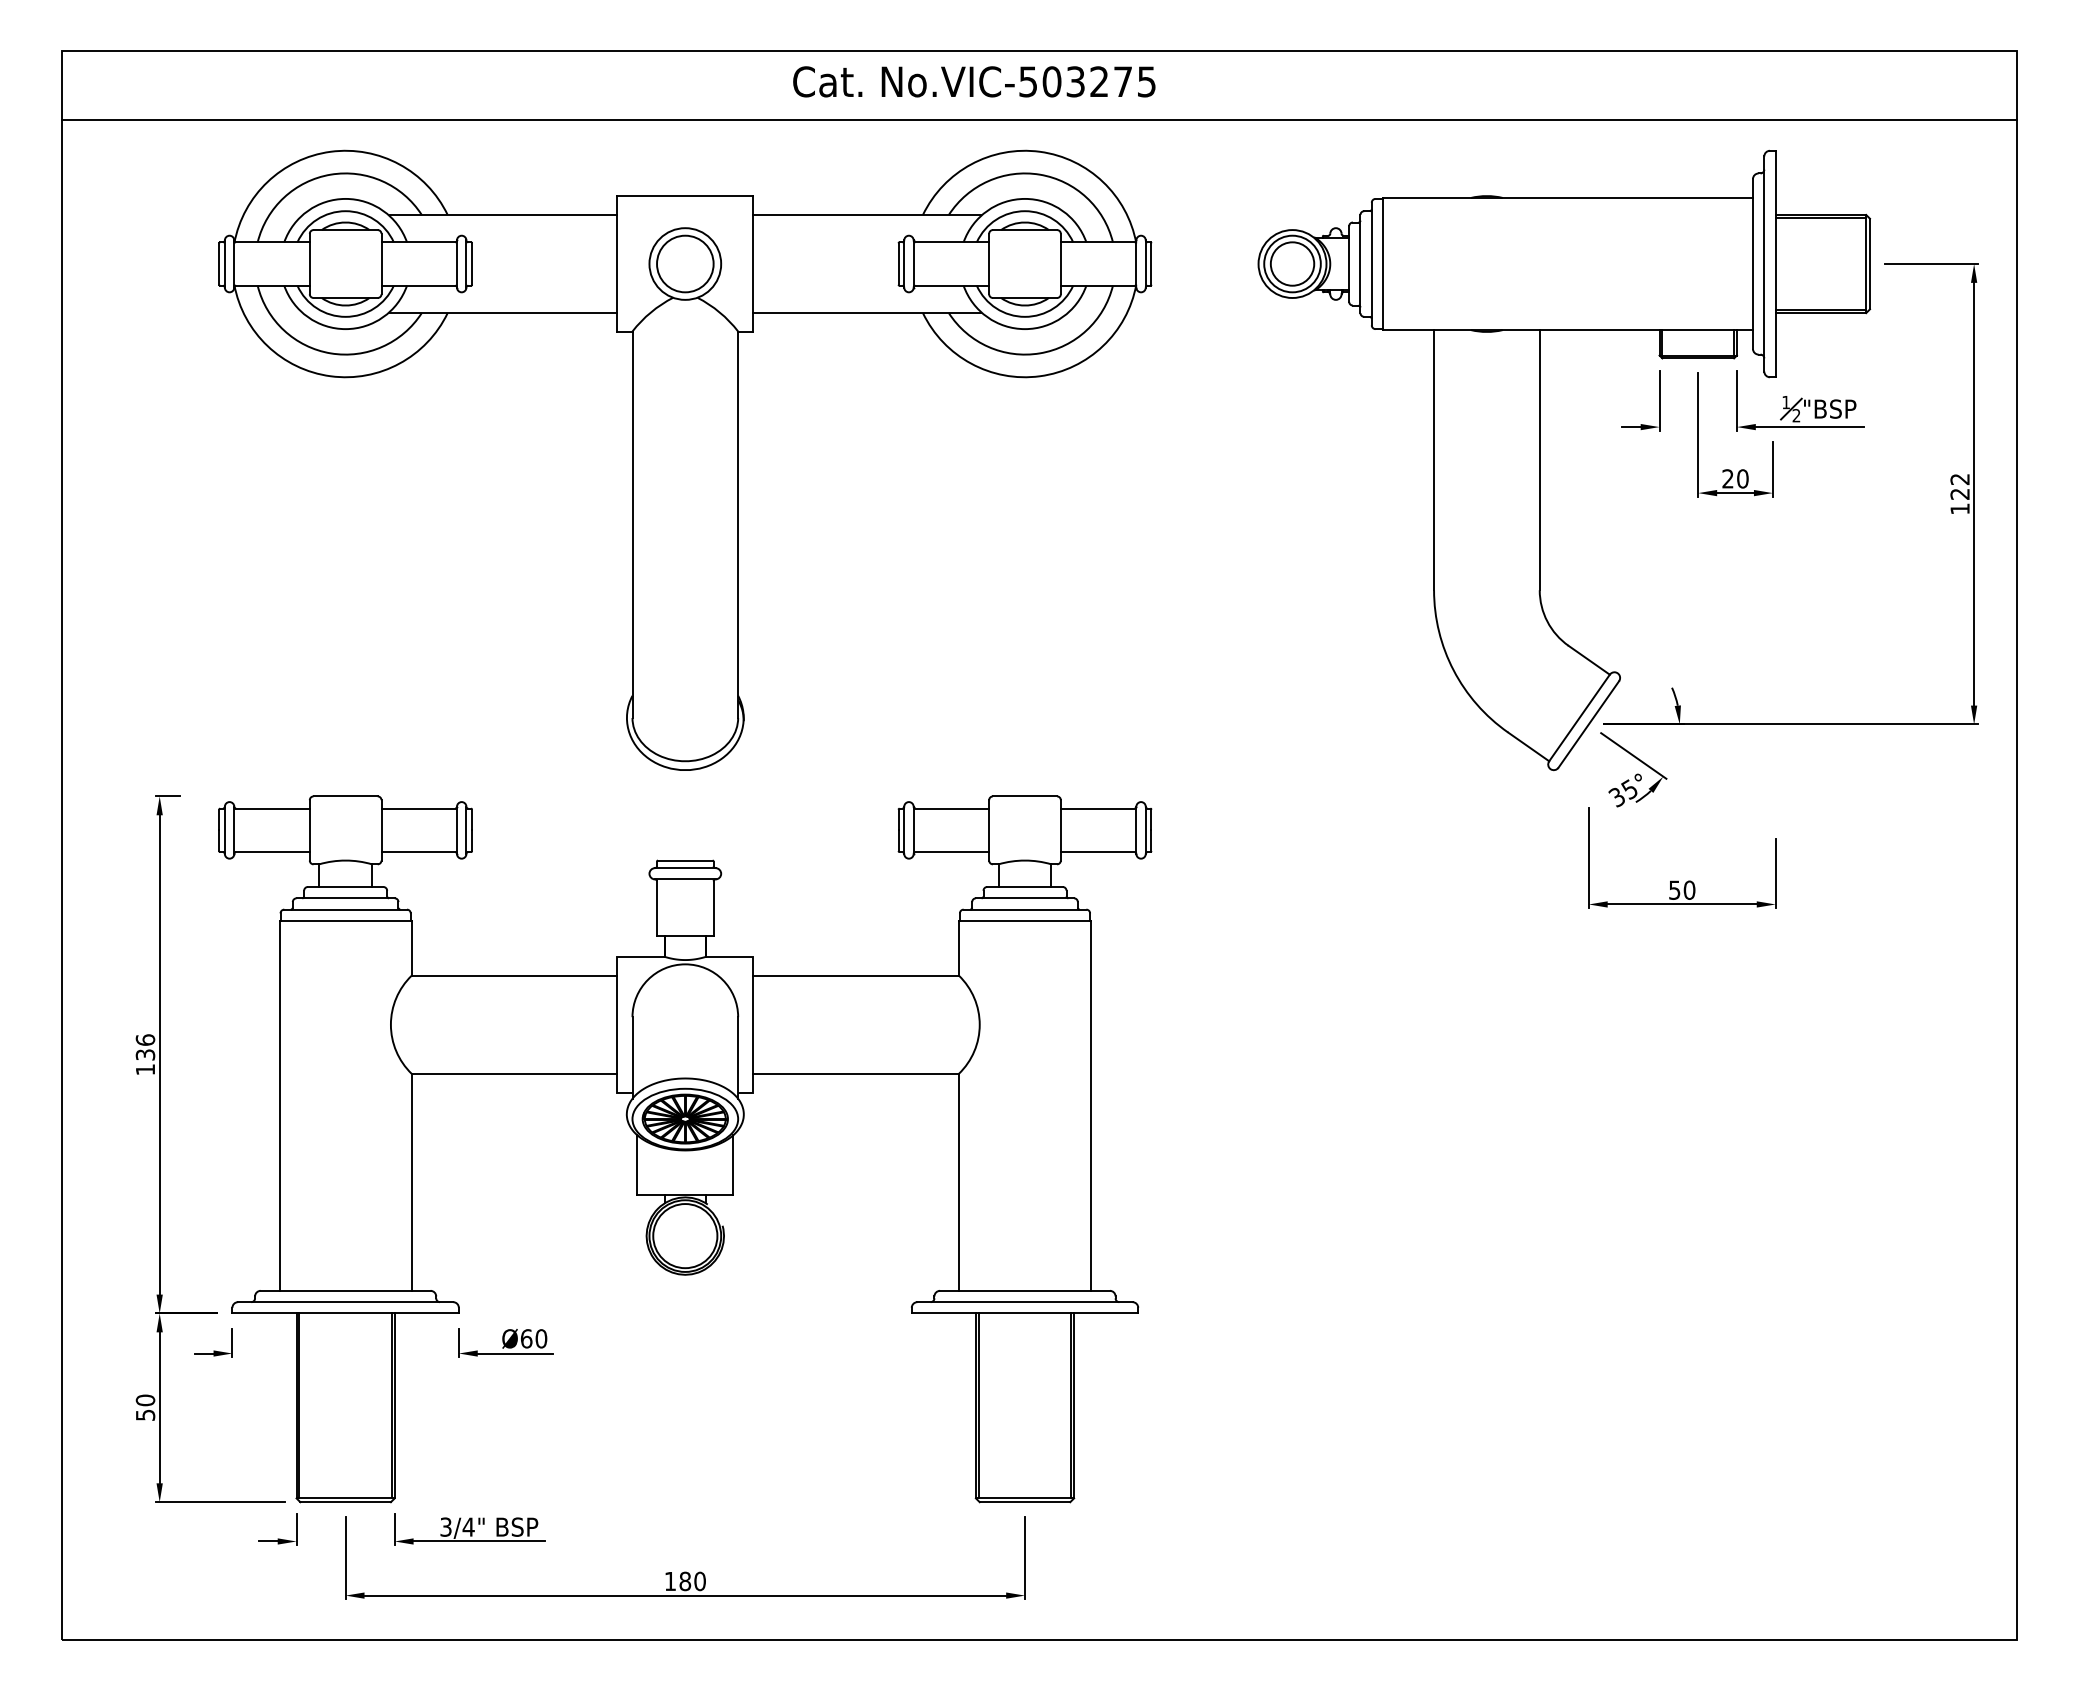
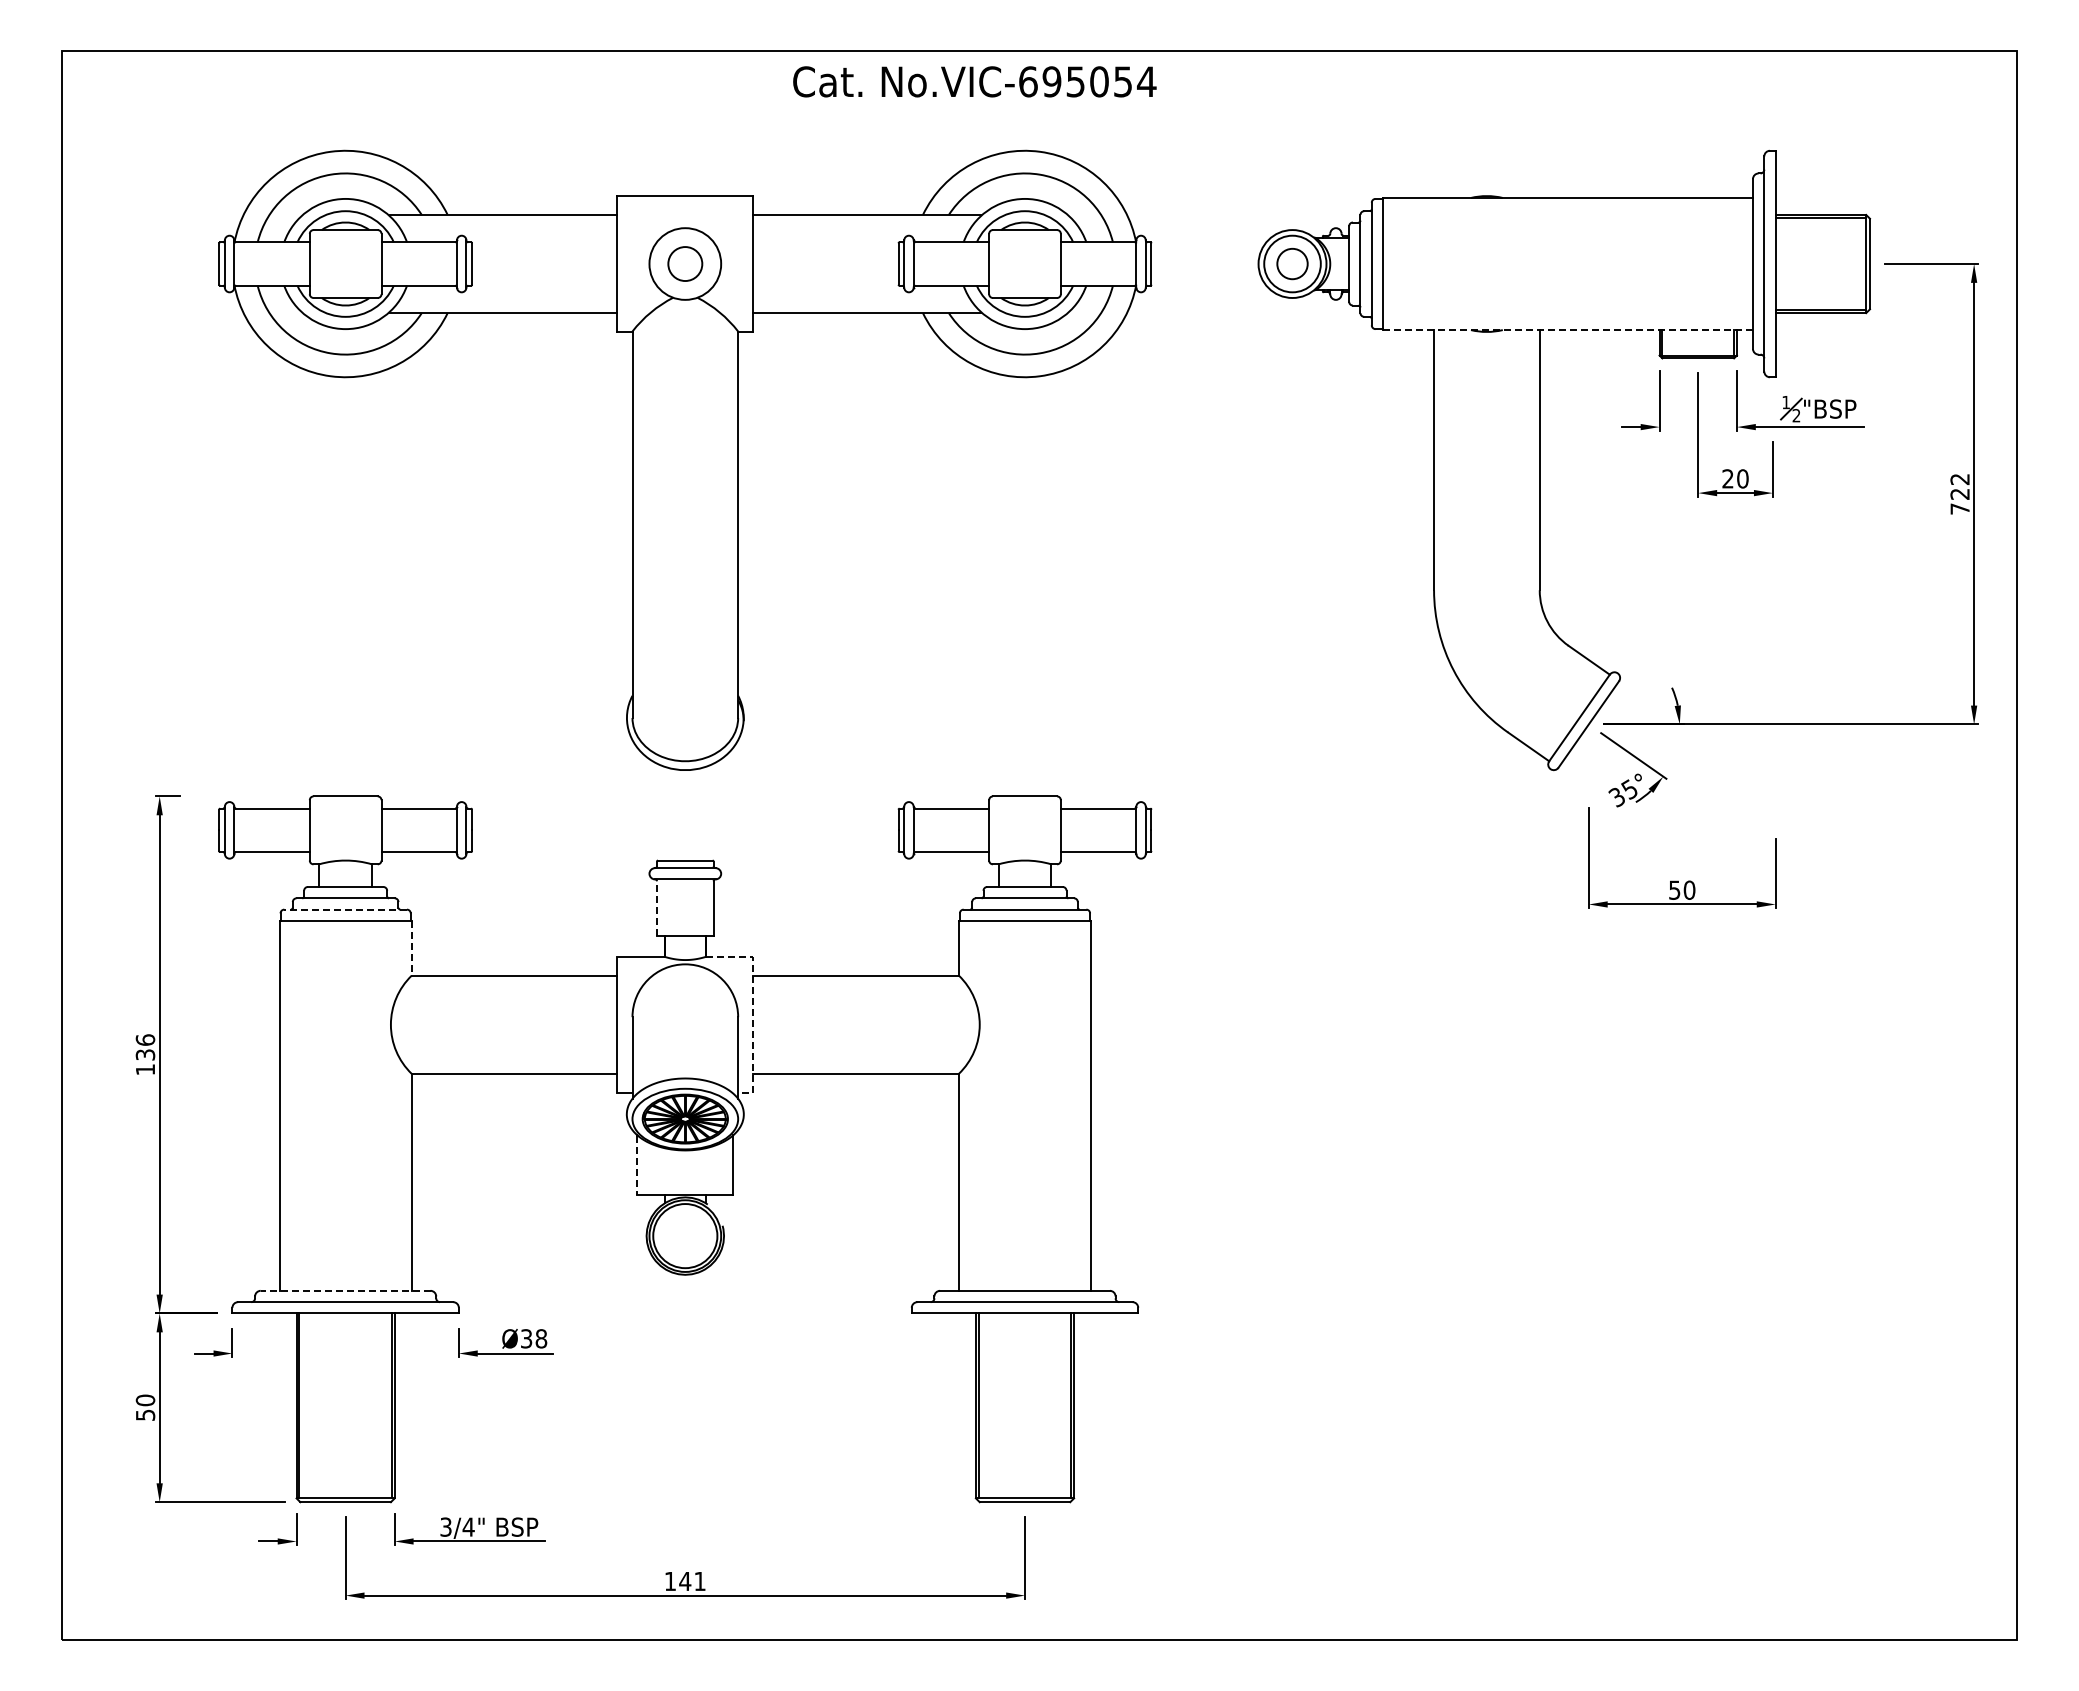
text at (1087, 81): No.VIC-503275 -> No.VIC-695054
line at (1039, 120): present -> none
circle at (685, 263) diameter: 57 px -> 34 px
circle at (1292, 263) diameter: 43 px -> 30 px
line at (1568, 330): solid -> dashed
text at (1959, 508): 122 -> 722
line at (657, 908): solid -> dashed
line at (345, 909): solid -> dashed
line at (411, 948): solid -> dashed
line at (753, 1008): solid -> dashed
line at (637, 1165): solid -> dashed
line at (345, 1290): solid -> dashed
text at (534, 1338): Ø60 -> Ø38
text at (692, 1581): 180 -> 141
